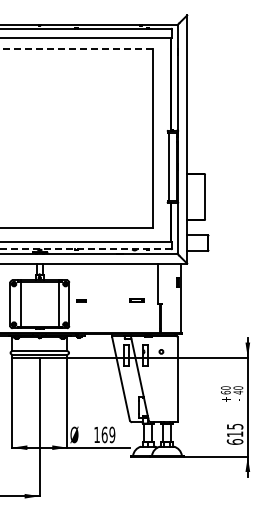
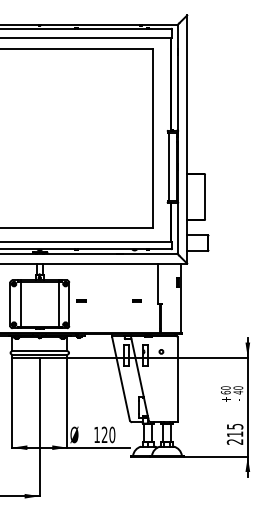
line at (76, 49): dashed -> solid
line at (86, 249): dashed -> solid
part at (136, 300) size: 16x5 px -> 10x4 px
text at (108, 434): 169 -> 120
text at (234, 441): 615 -> 215
